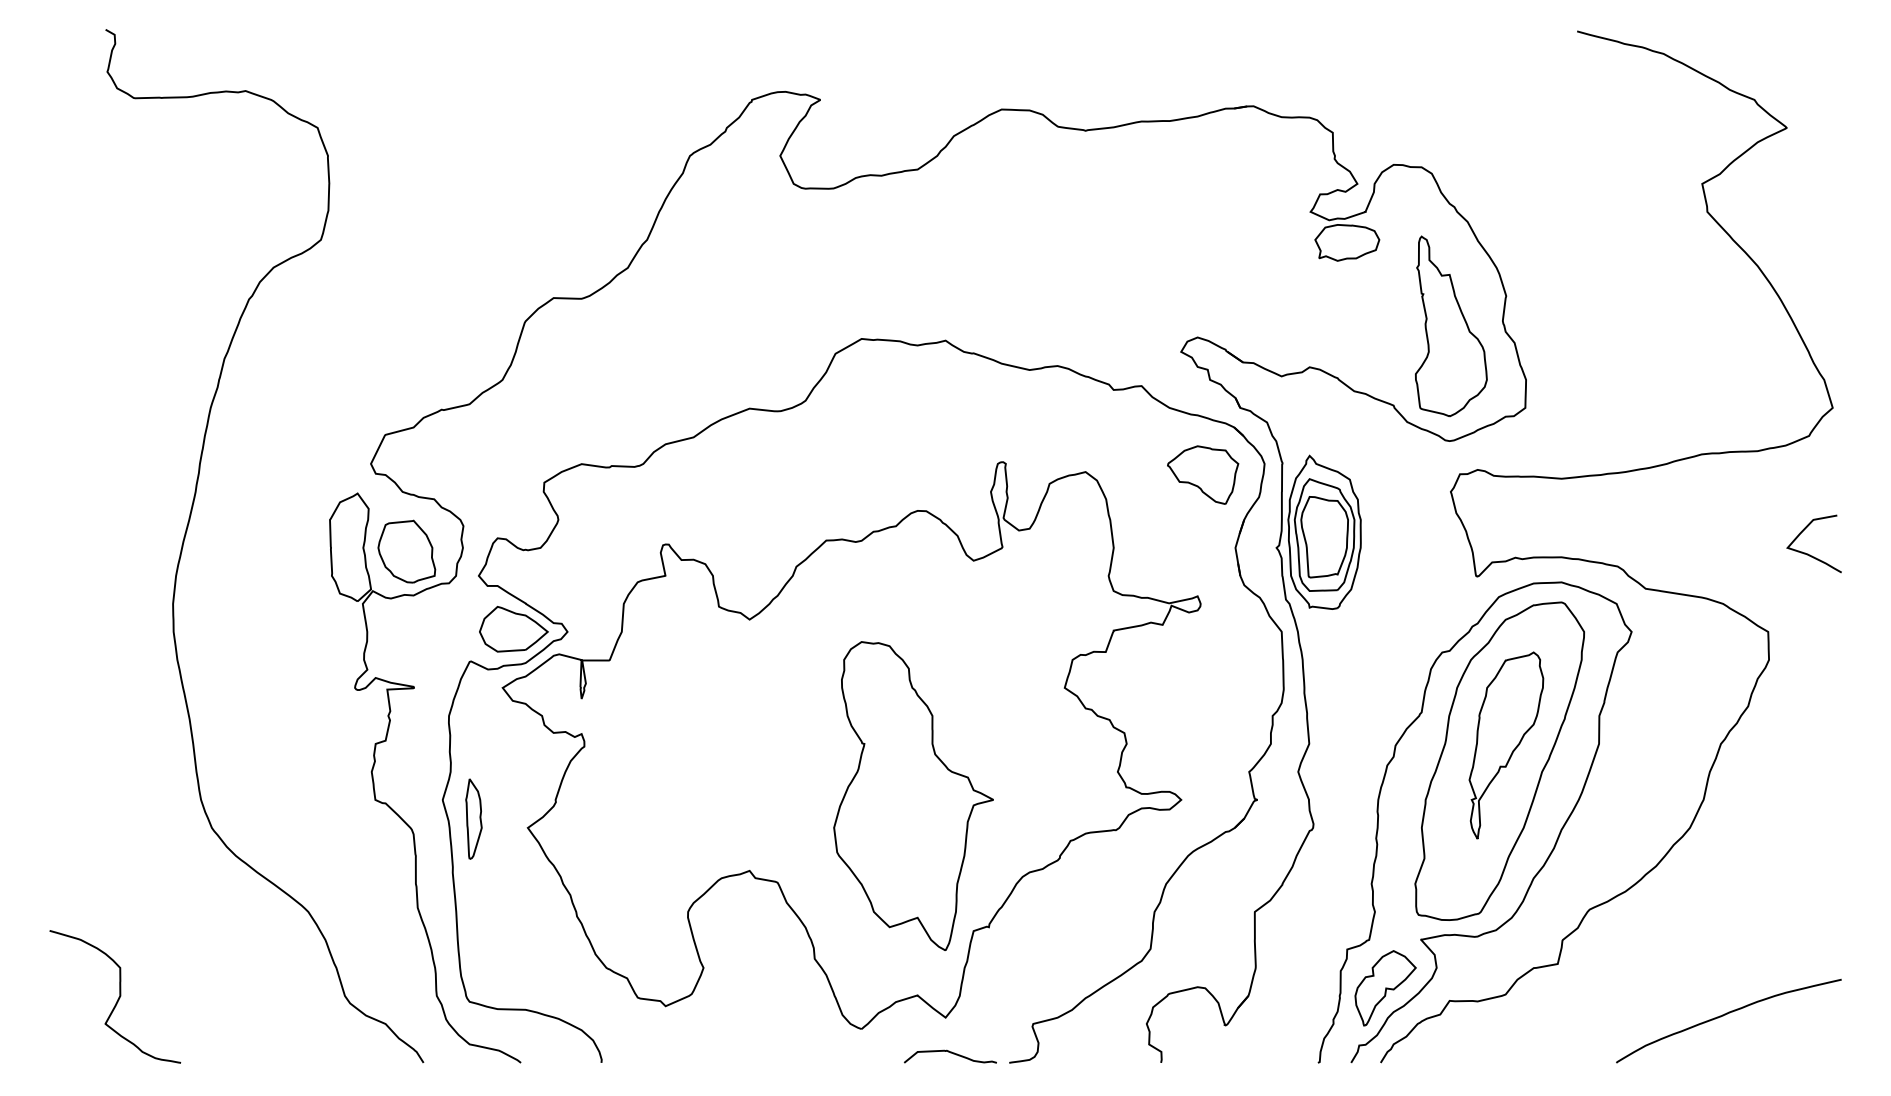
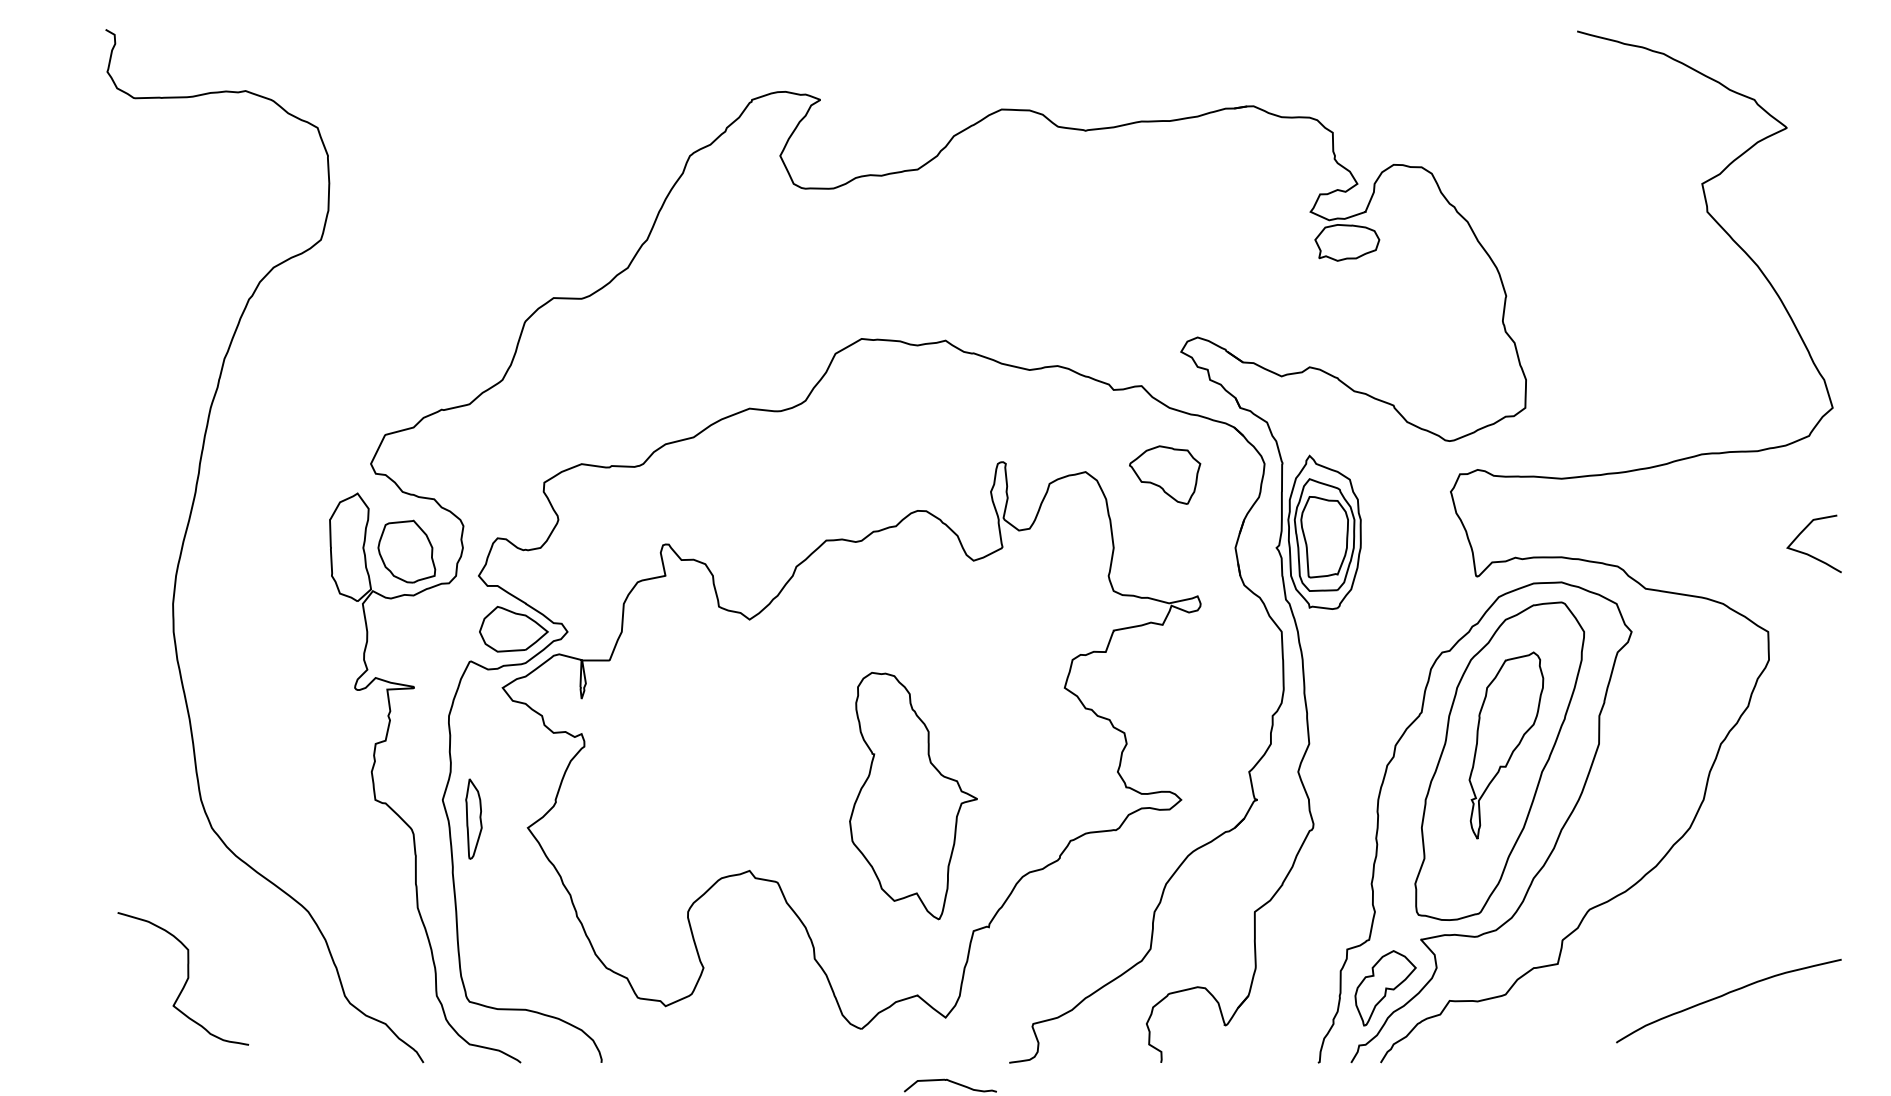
part at (1450, 326): present -> none
part at (1203, 474) position: (1203, 474) -> (1165, 474)
part at (913, 795) size: 161x310 px -> 129x249 px
curve at (118, 997) position: (118, 997) -> (186, 979)
curve at (1725, 1015) position: (1725, 1015) -> (1725, 995)
curve at (950, 1053) position: (950, 1053) -> (950, 1082)
